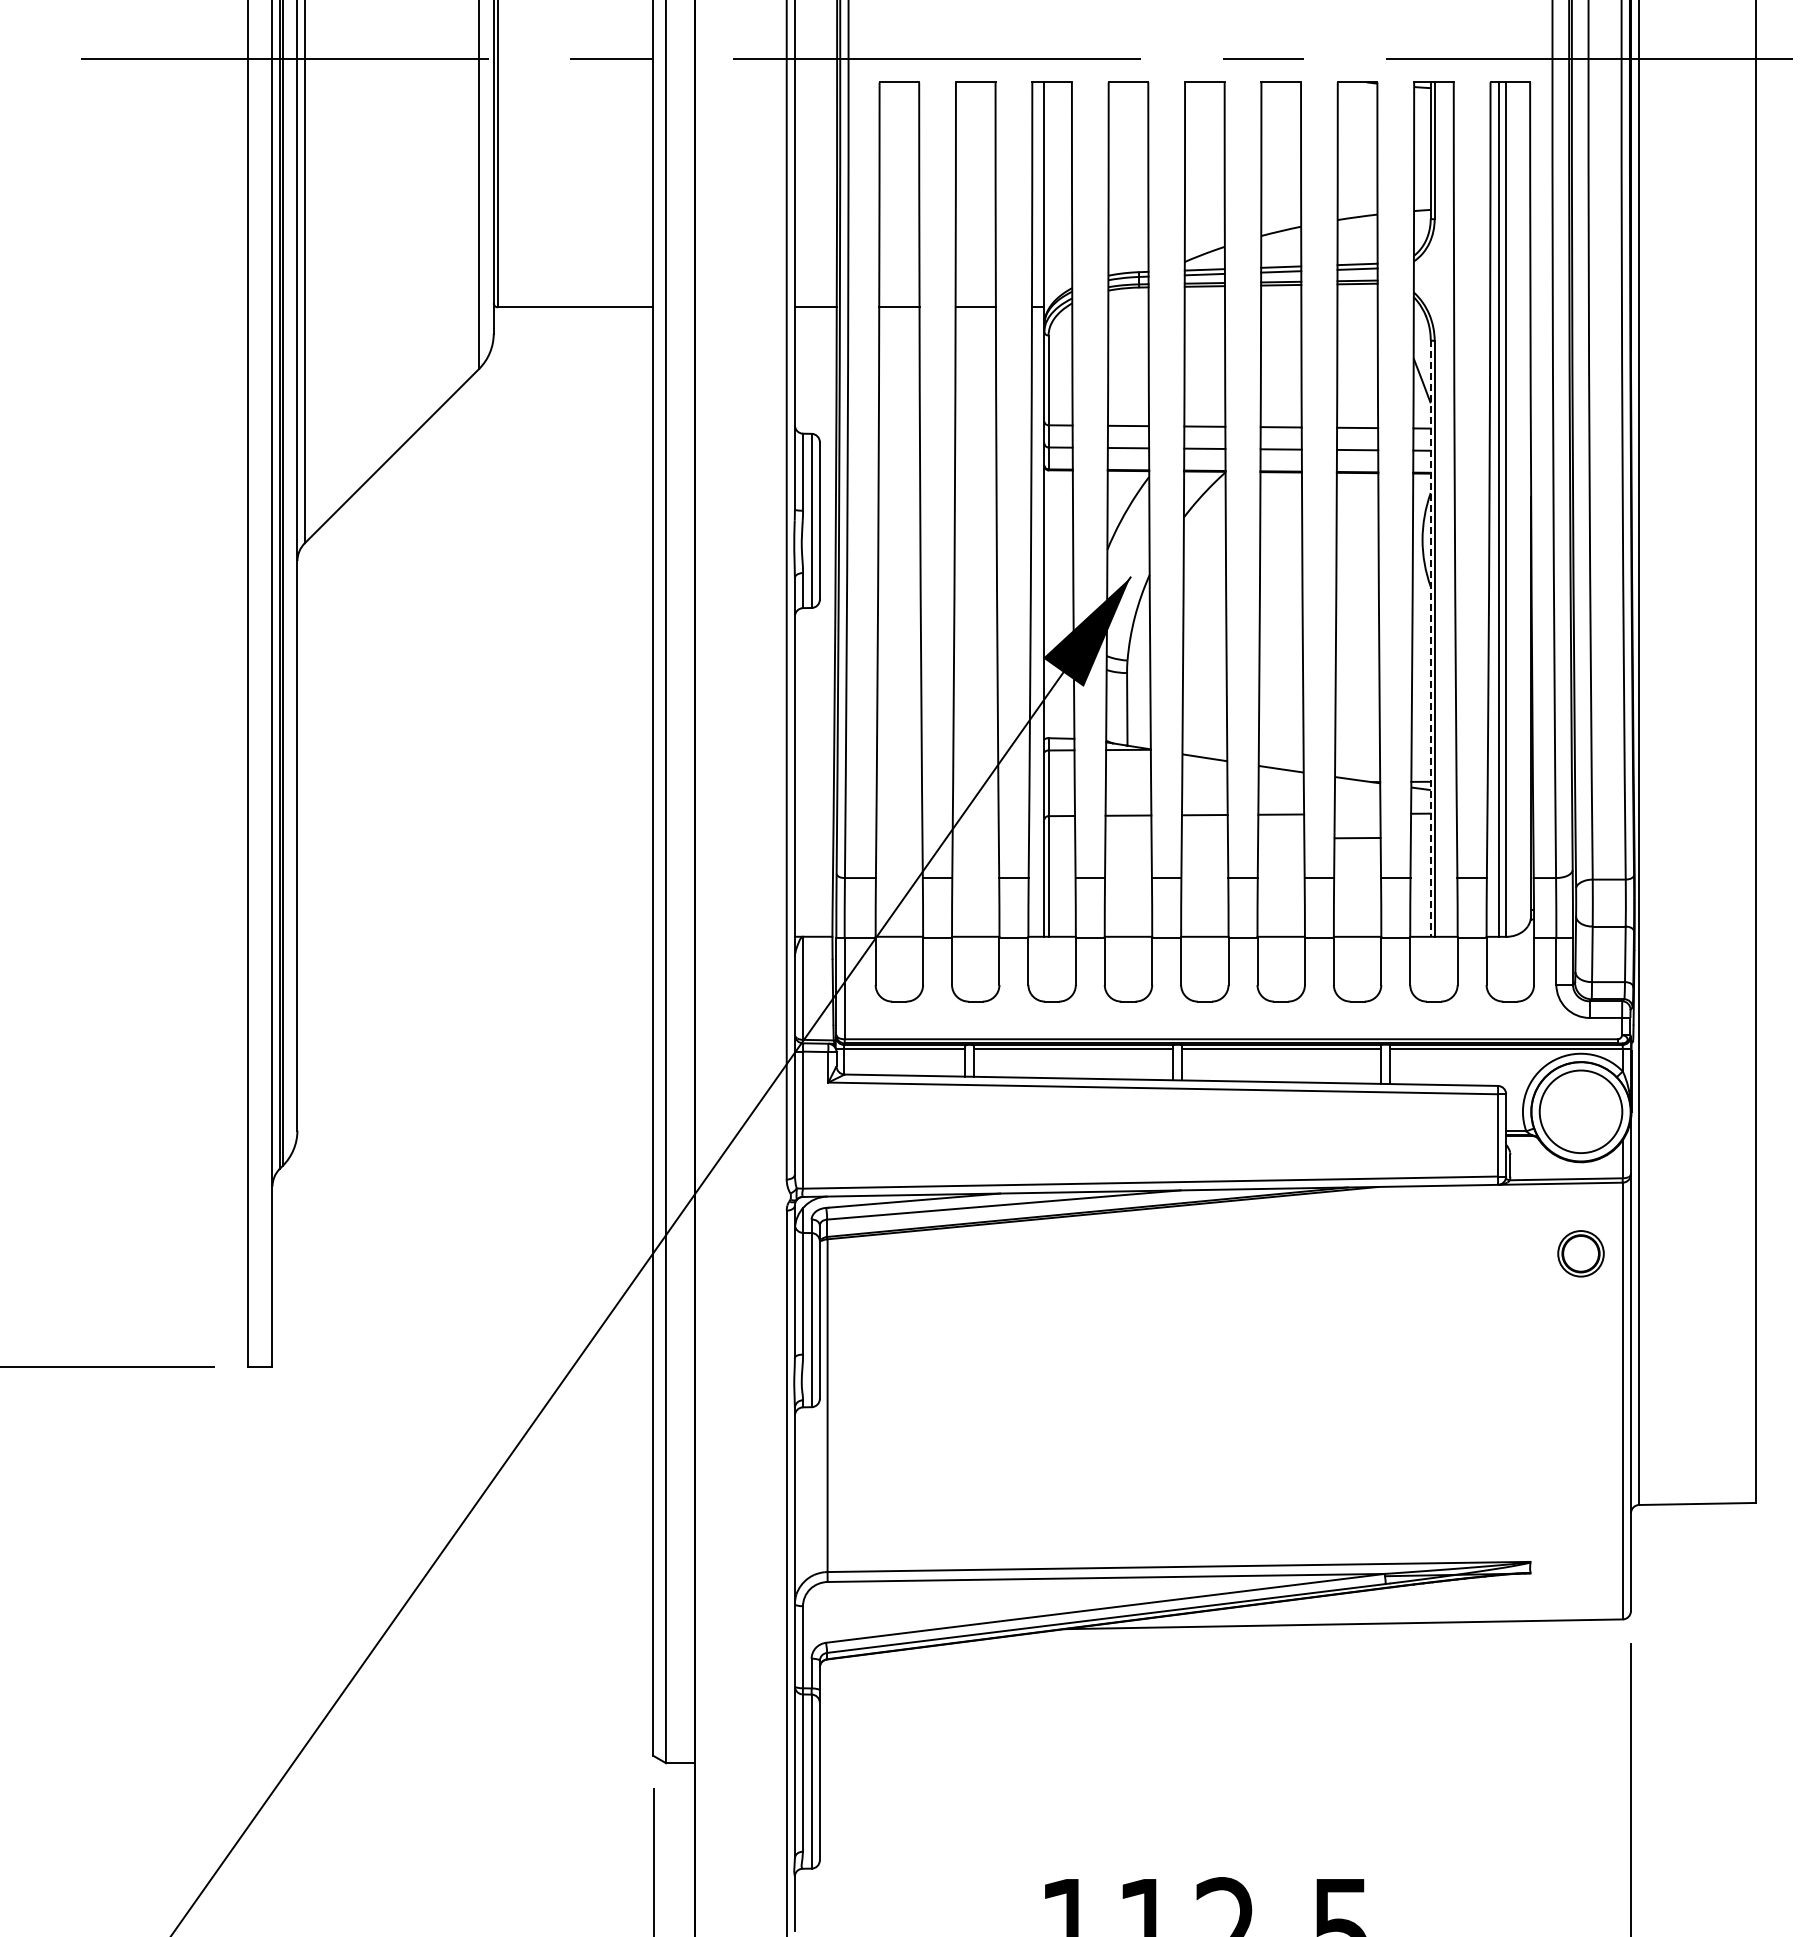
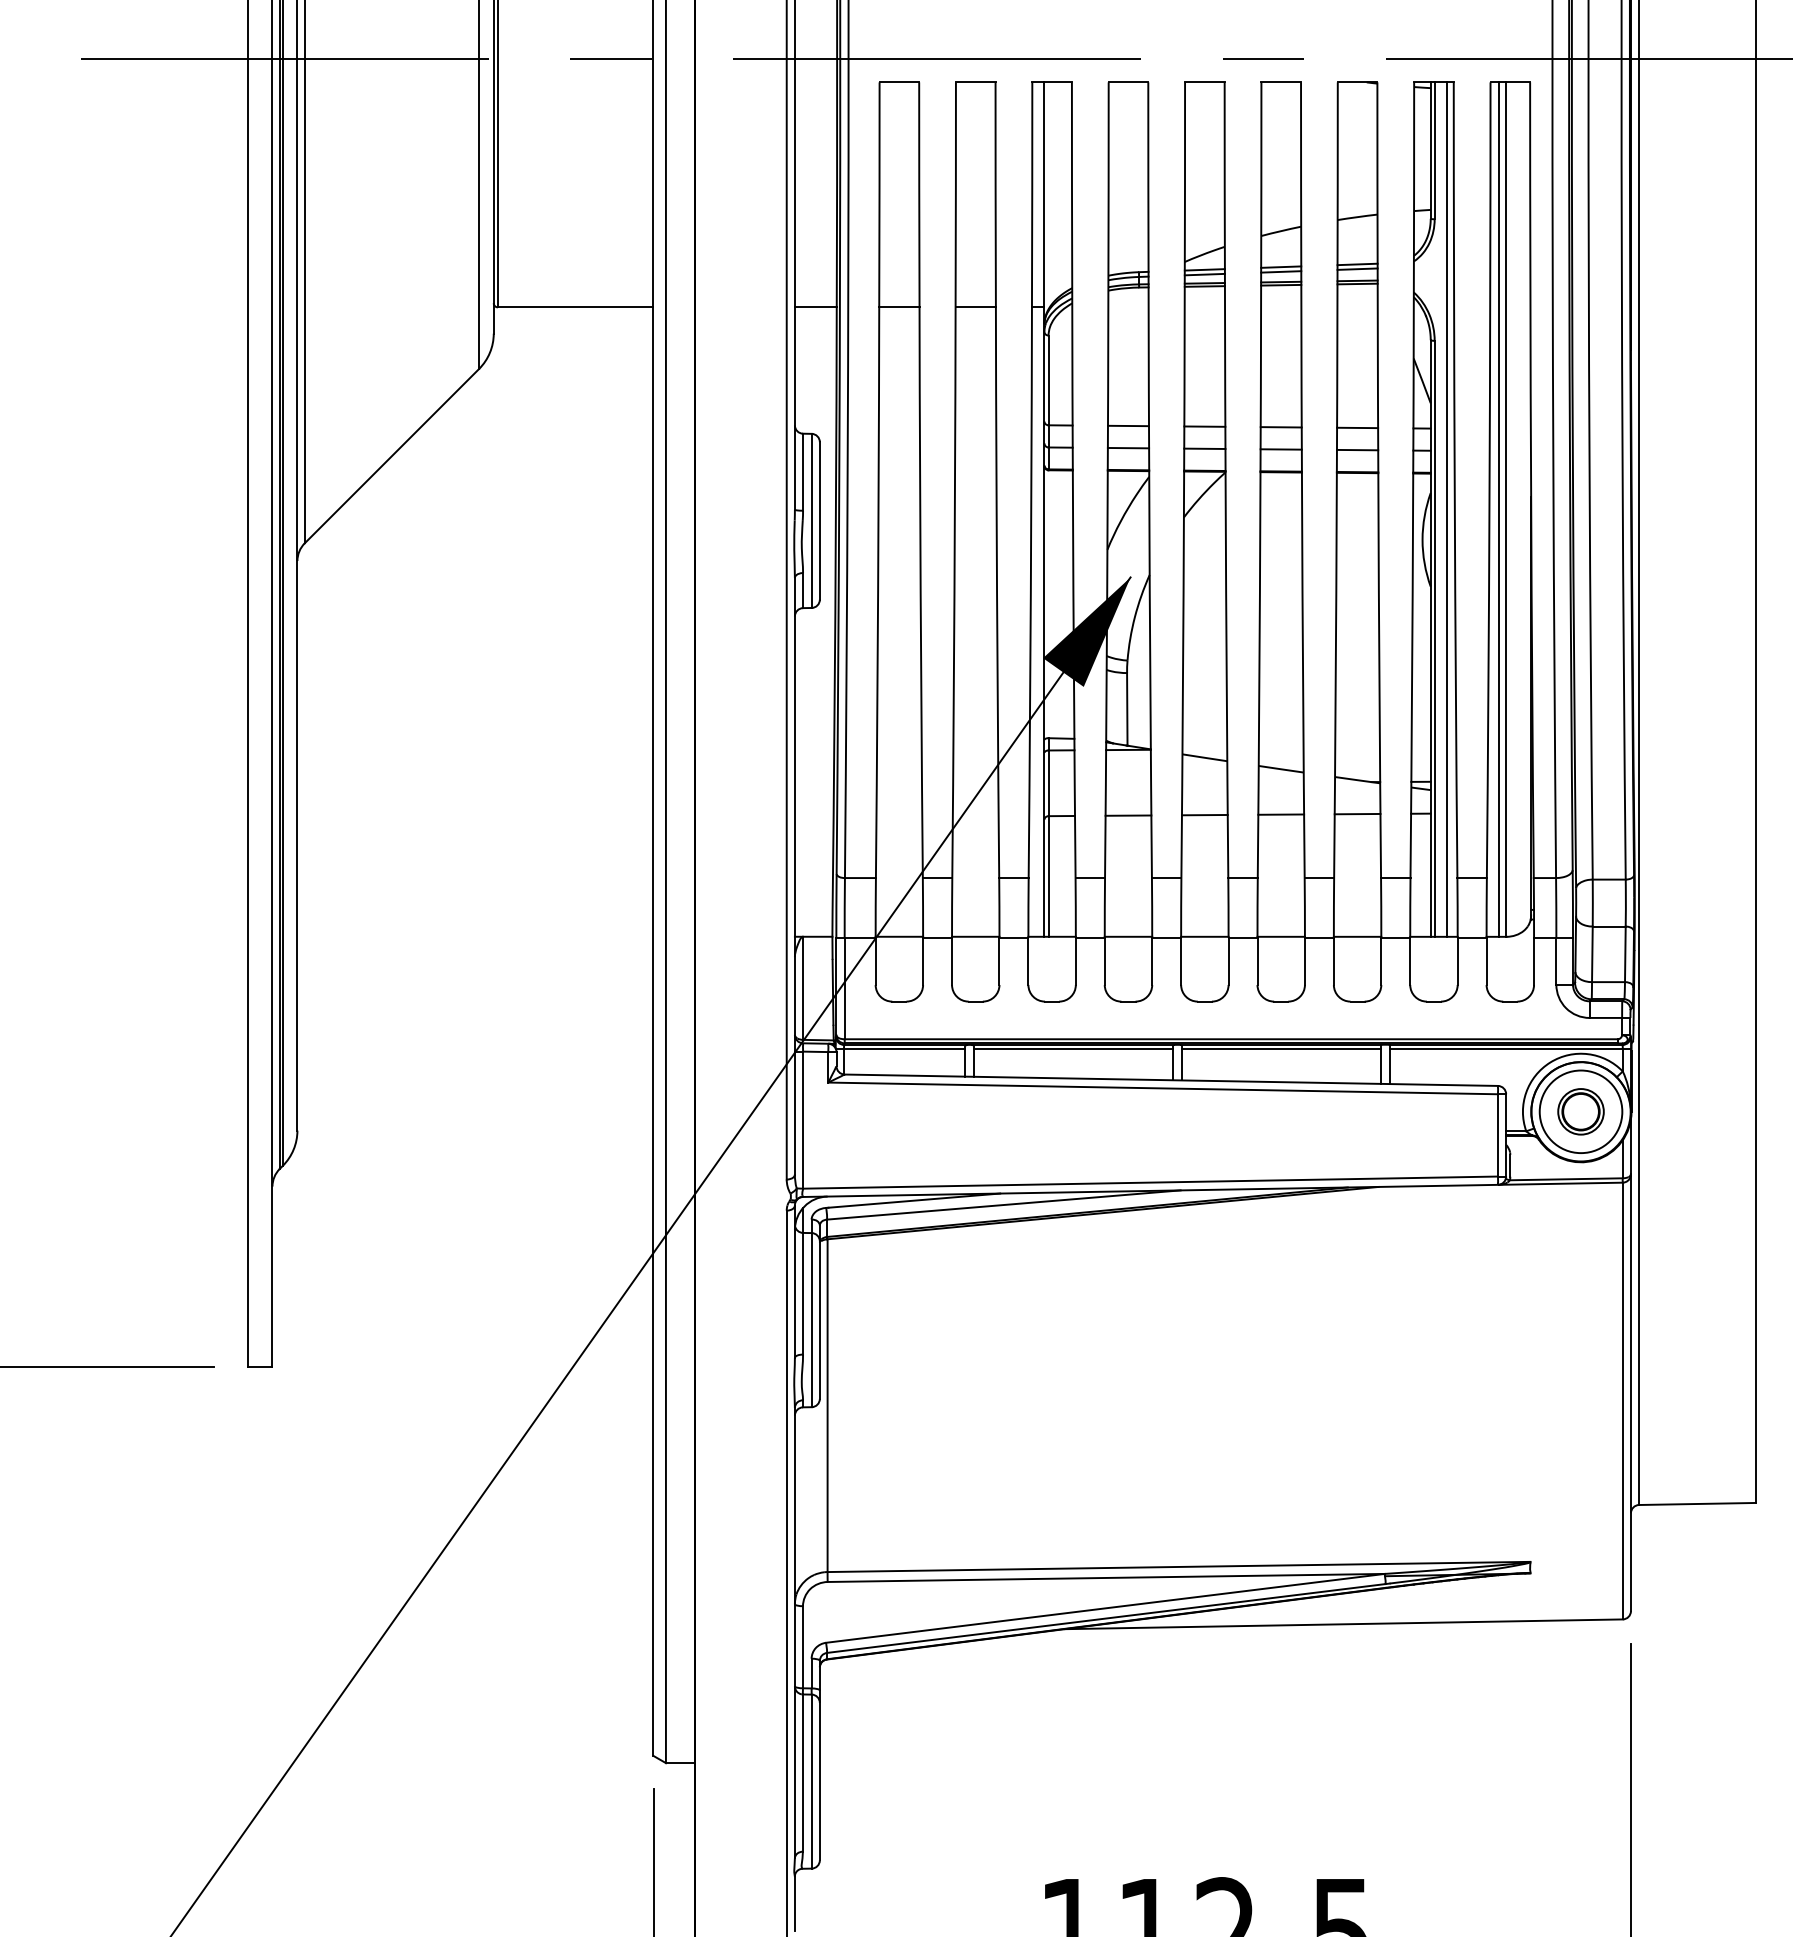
line at (1446, 509): none -> present
line at (1430, 638): dashed -> solid
line at (1357, 837) position: (1357, 837) -> (1357, 813)
part at (1580, 1253) position: (1580, 1253) -> (1580, 1111)
